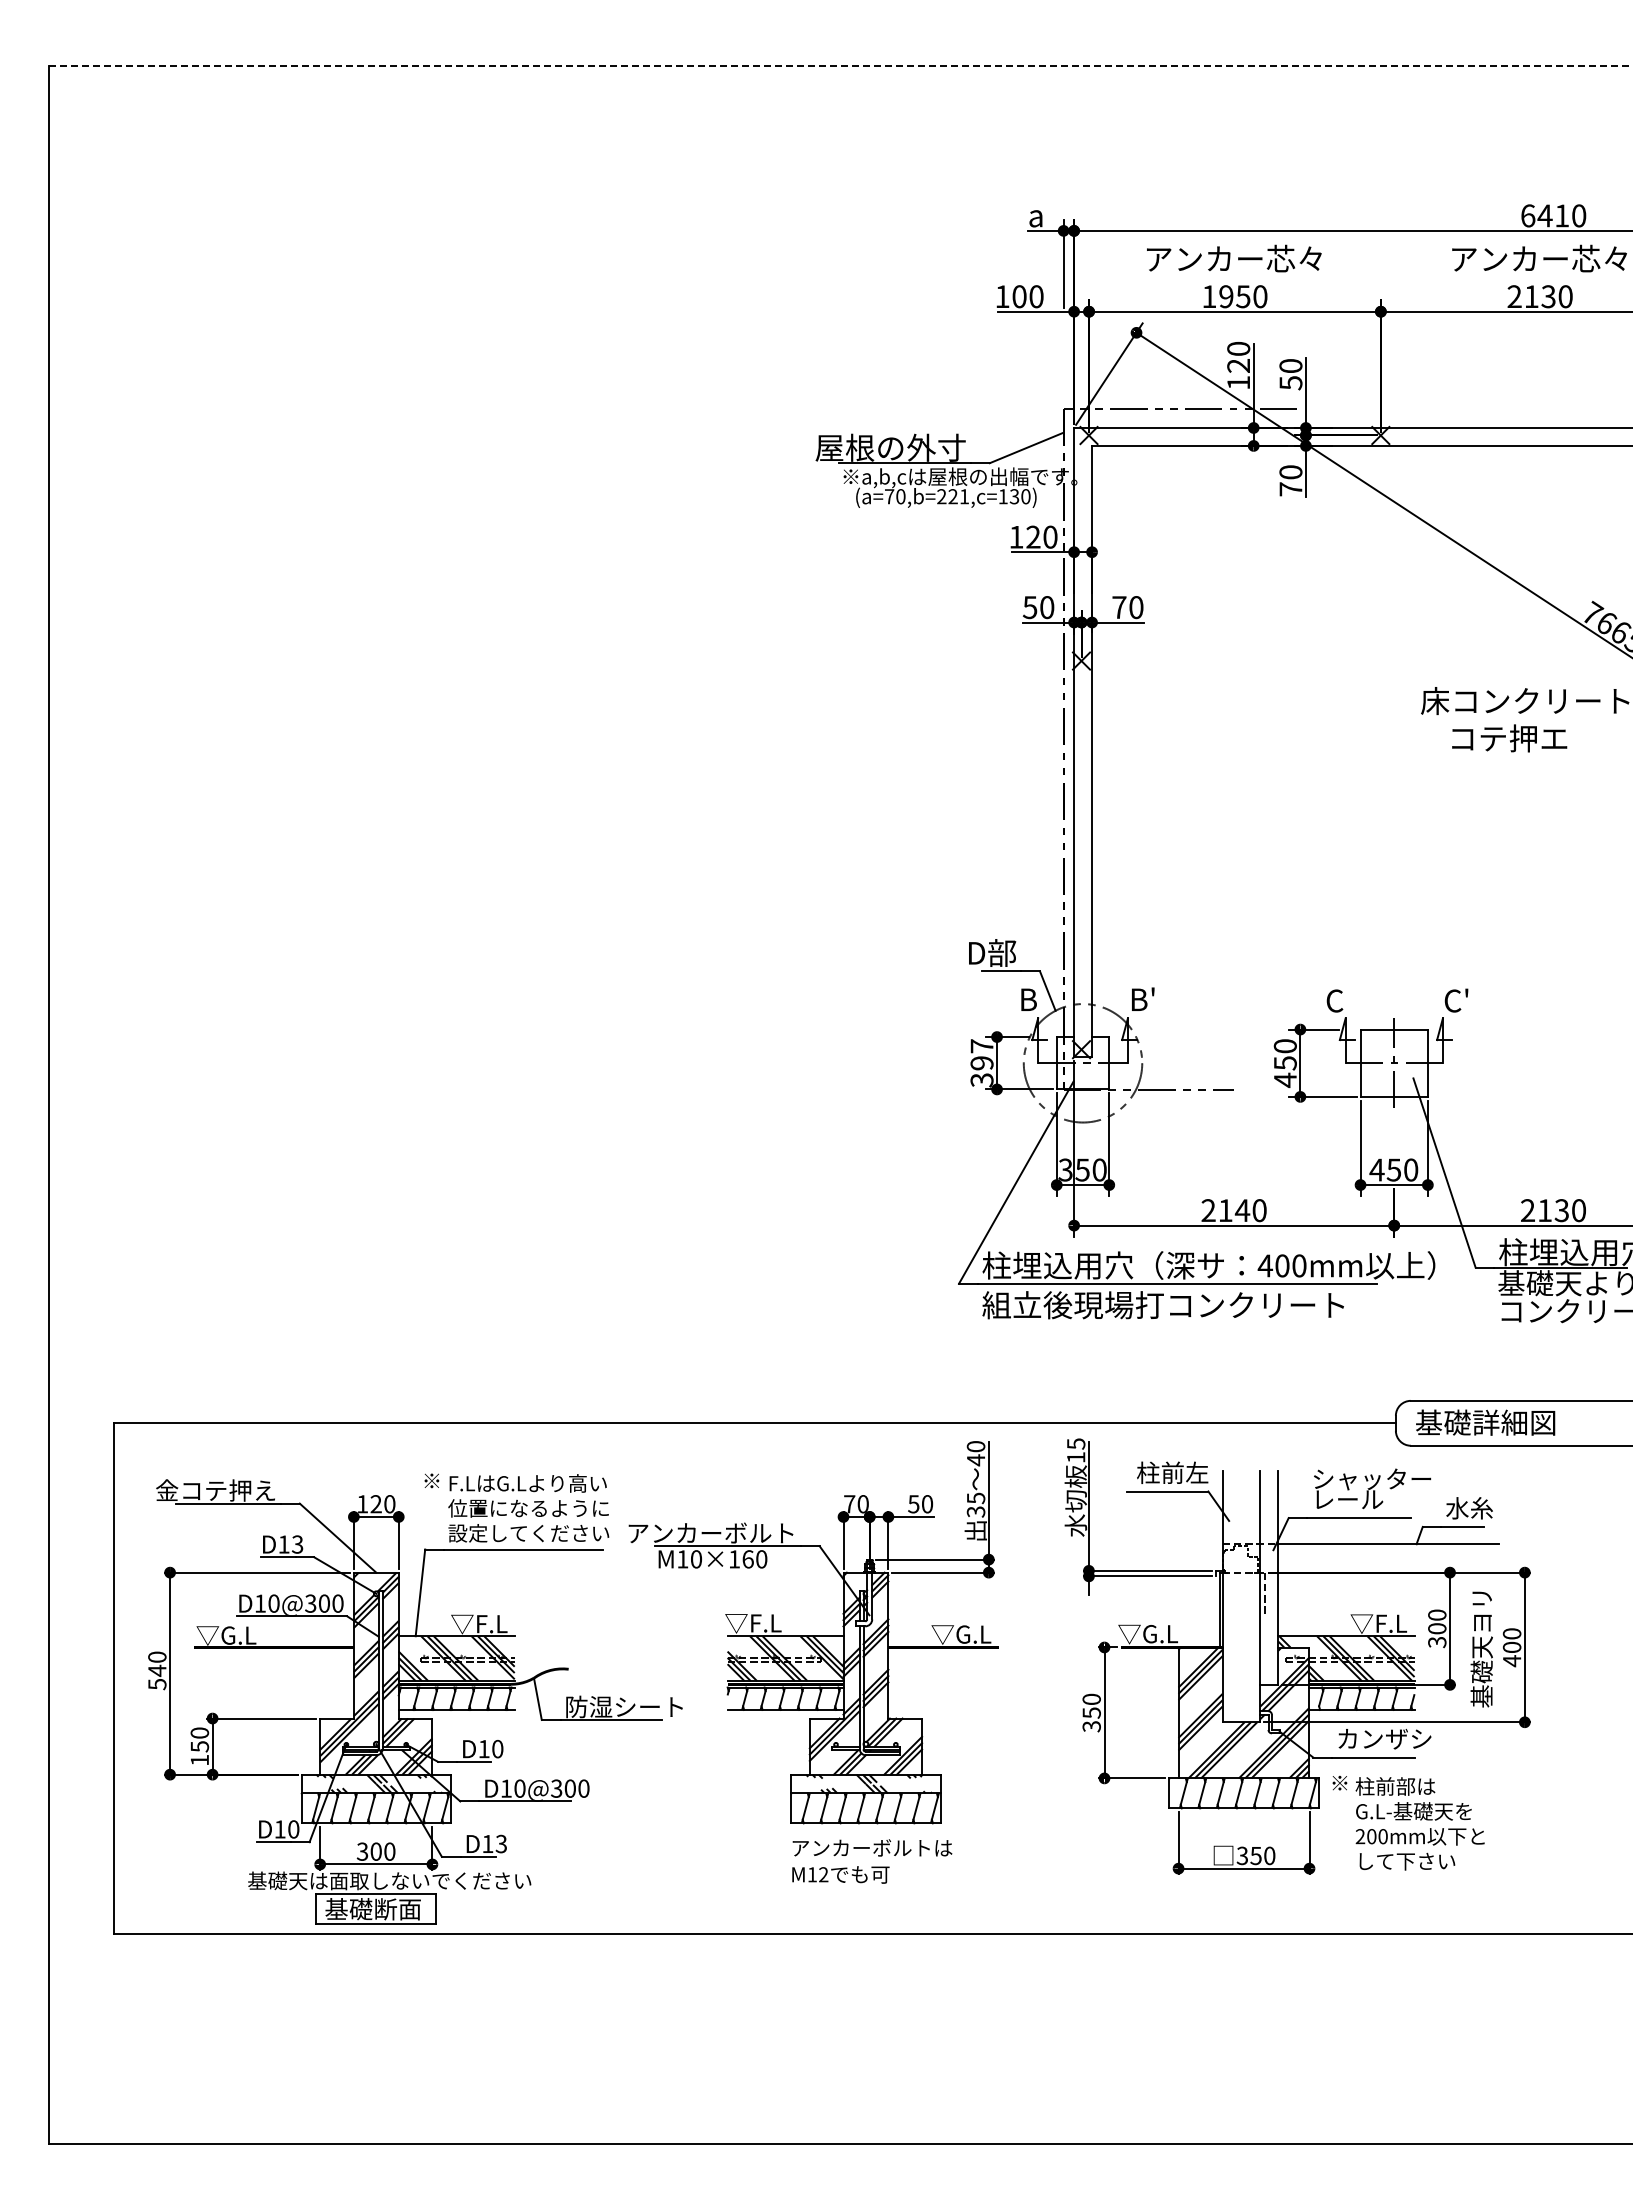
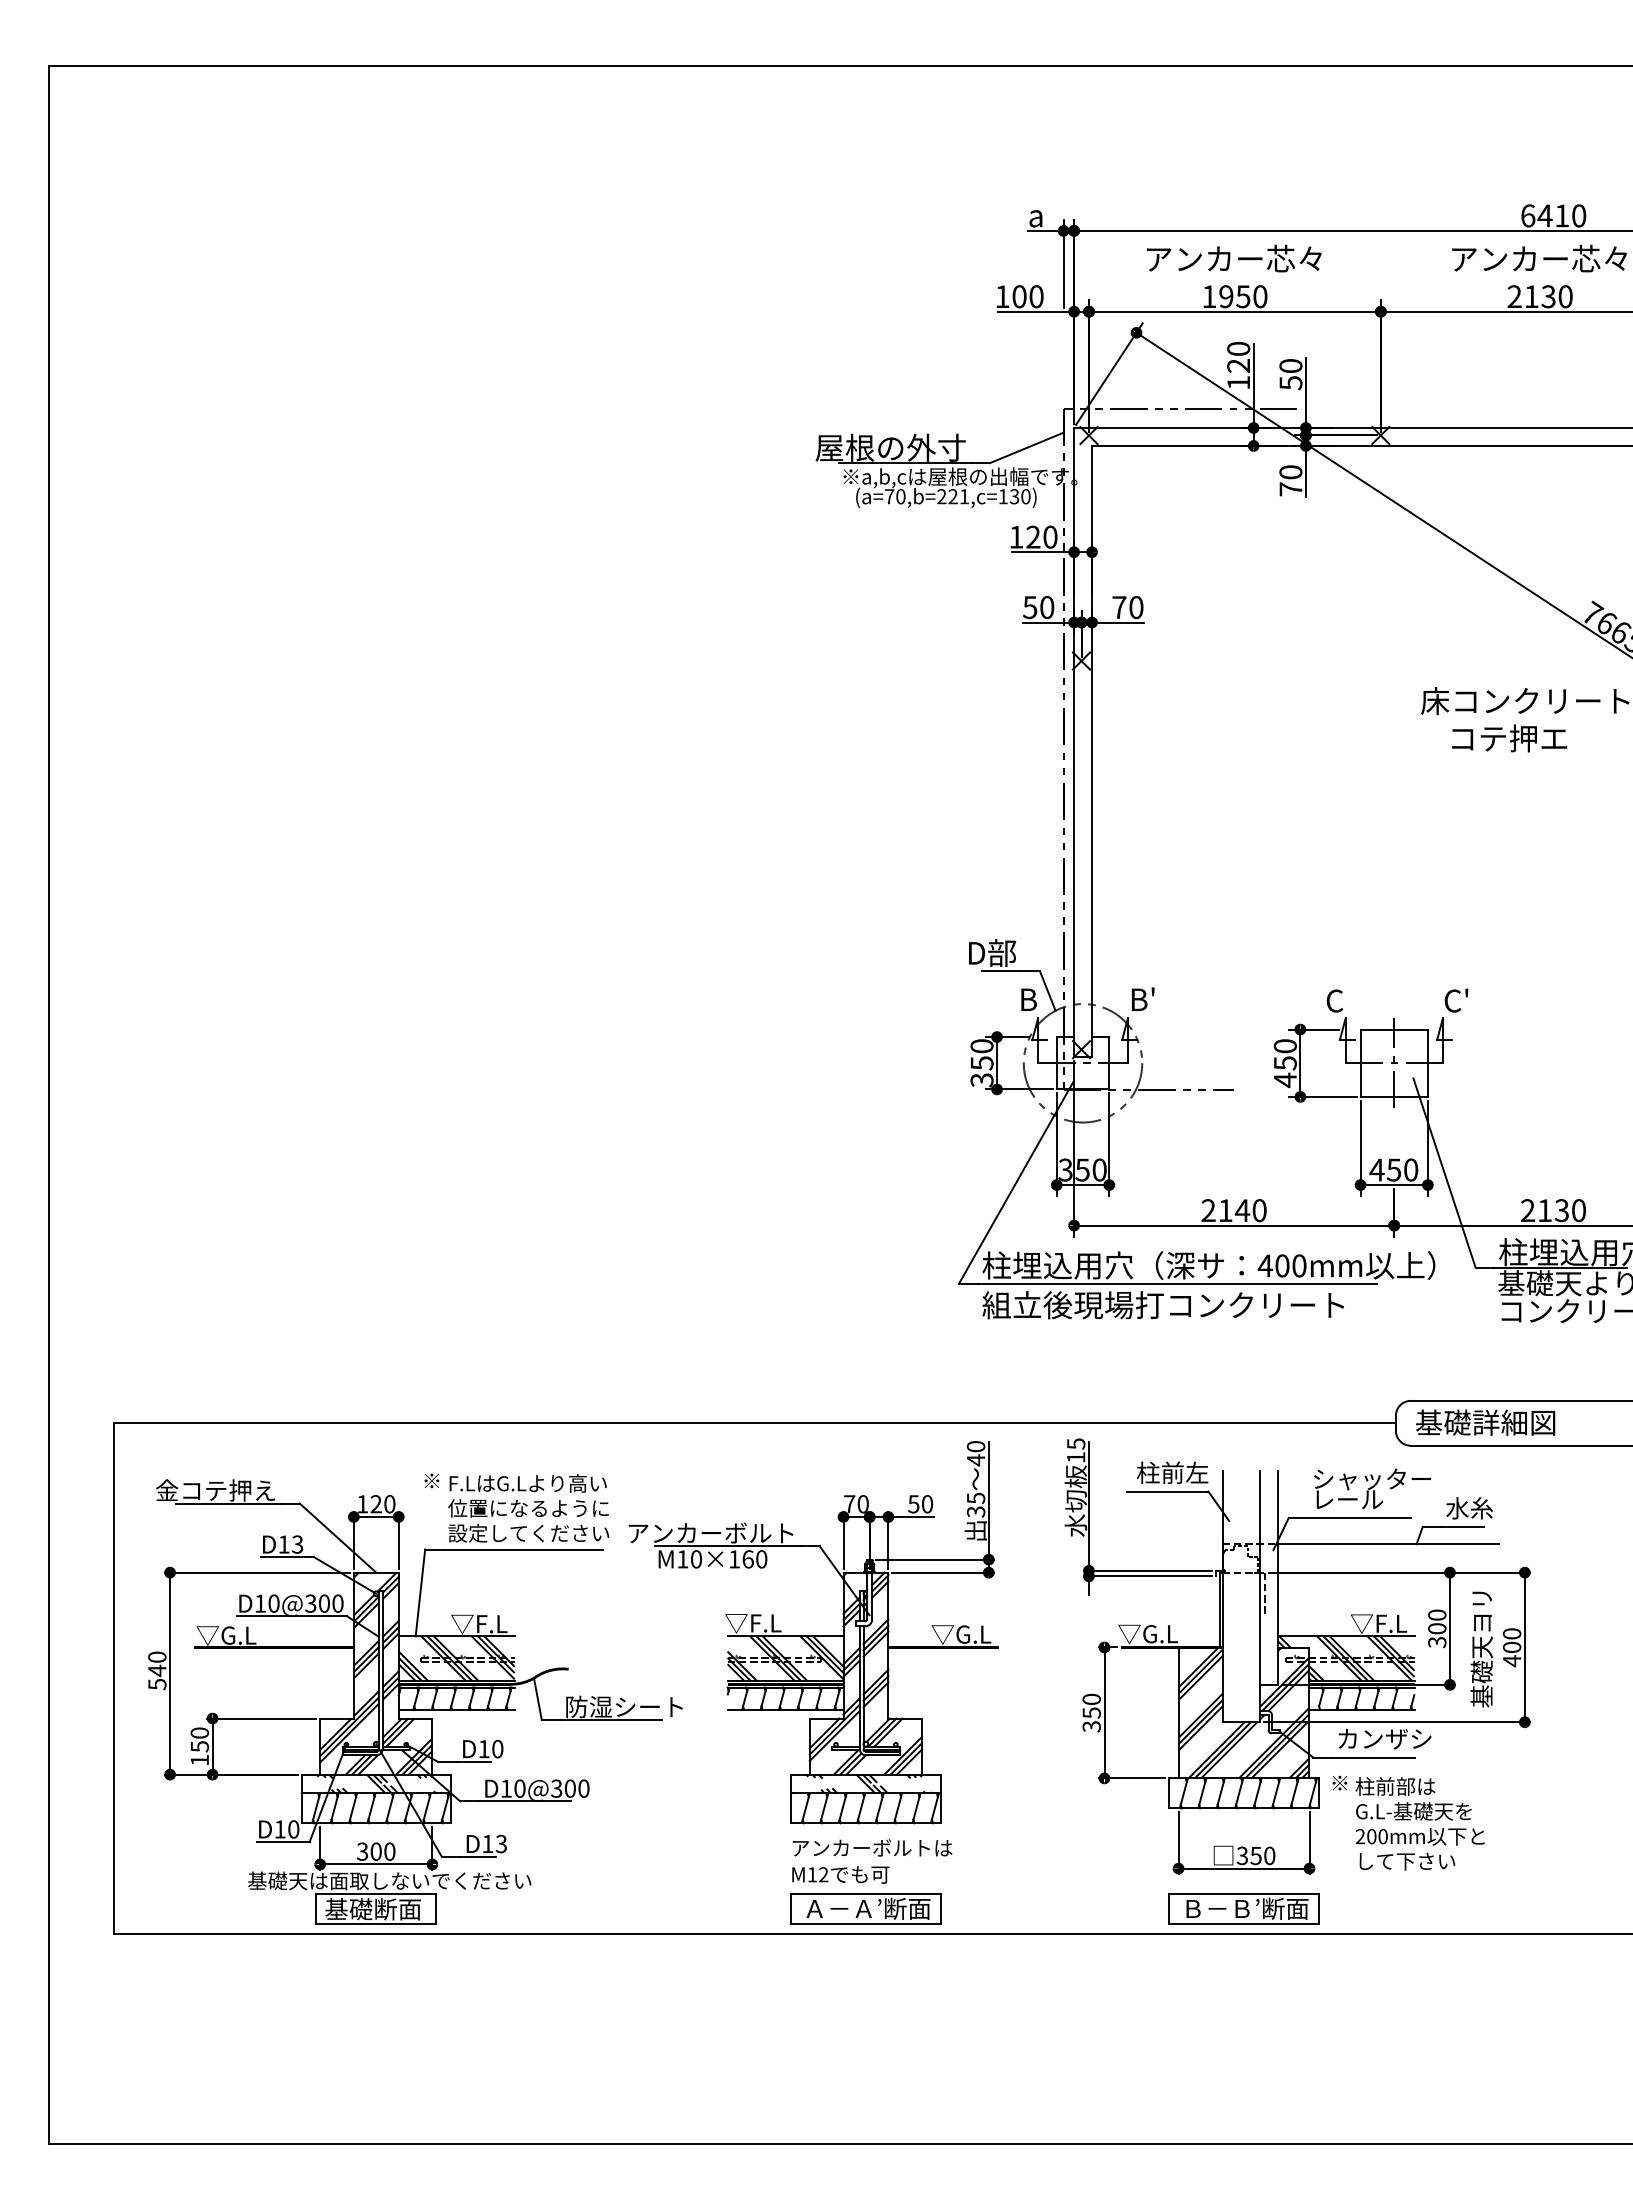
line at (840, 66): dashed -> solid
text at (981, 1054): 397 -> 350
part at (865, 1908): none -> present
part at (1243, 1908): none -> present
